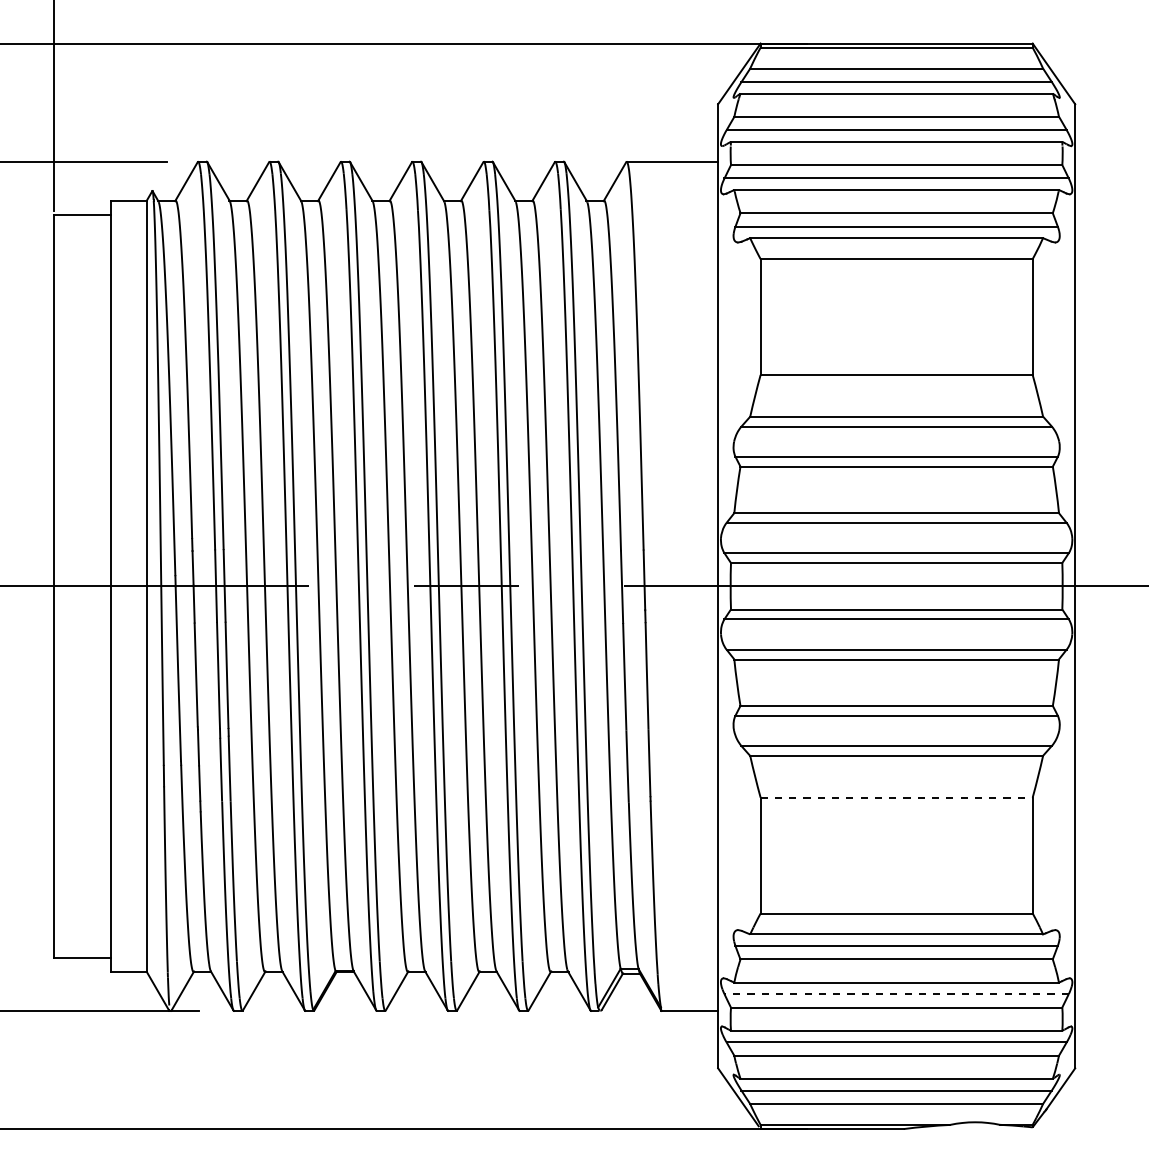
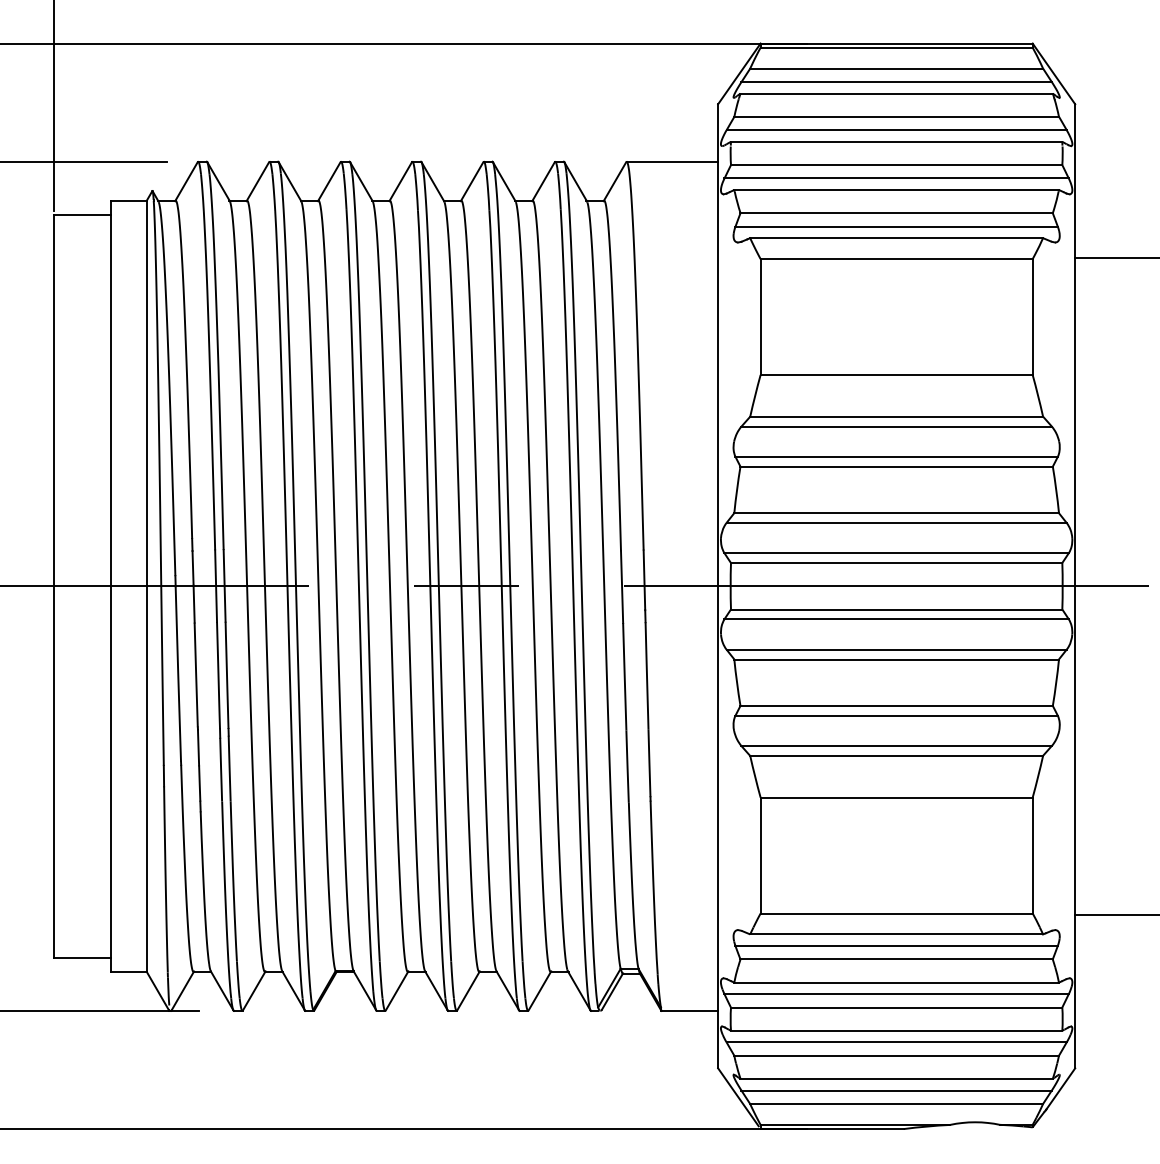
line at (1115, 257): none -> present
line at (897, 797): dashed -> solid
line at (1115, 914): none -> present
line at (896, 994): dashed -> solid
